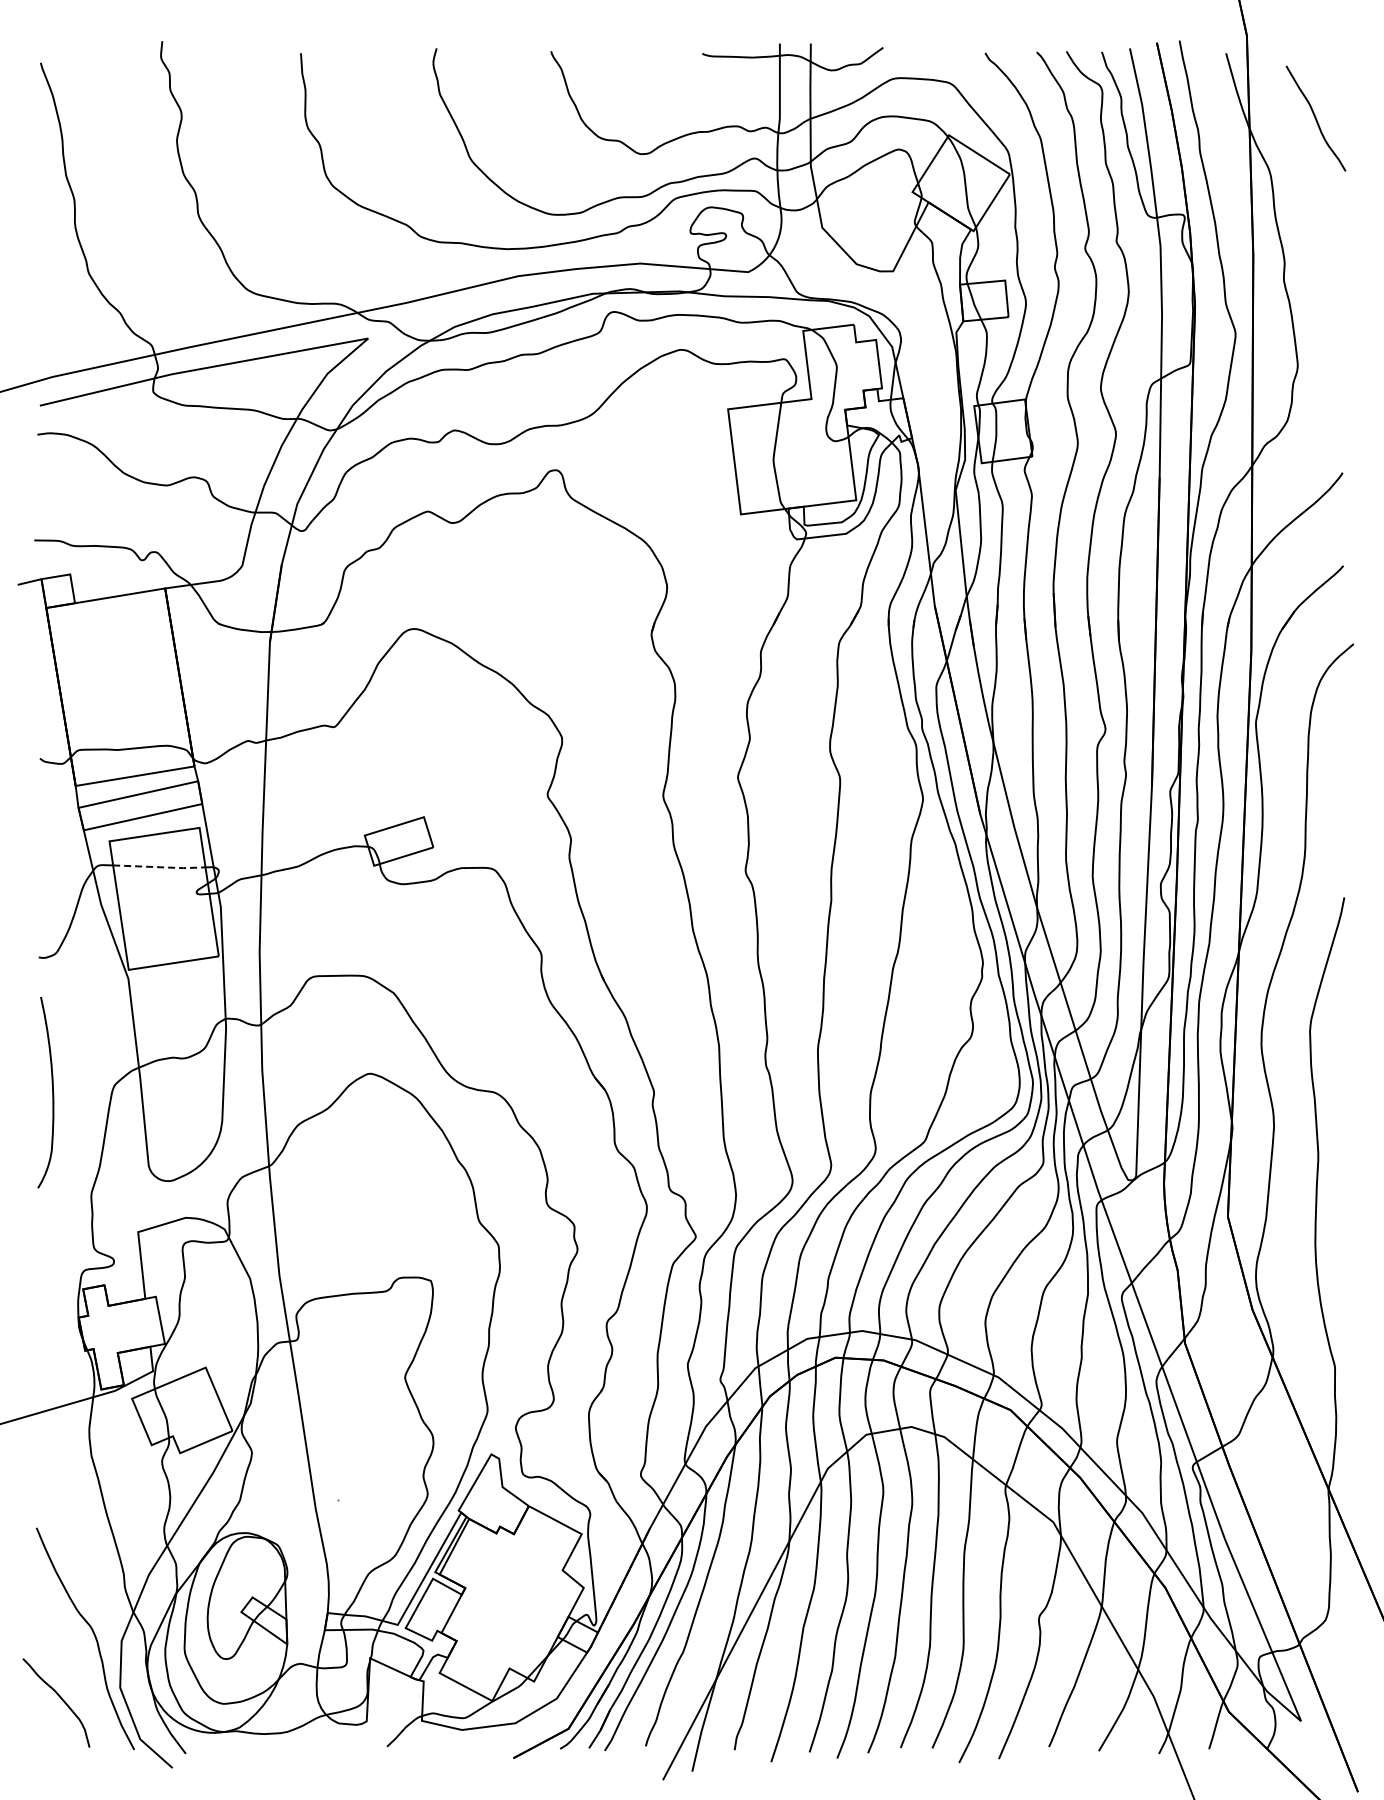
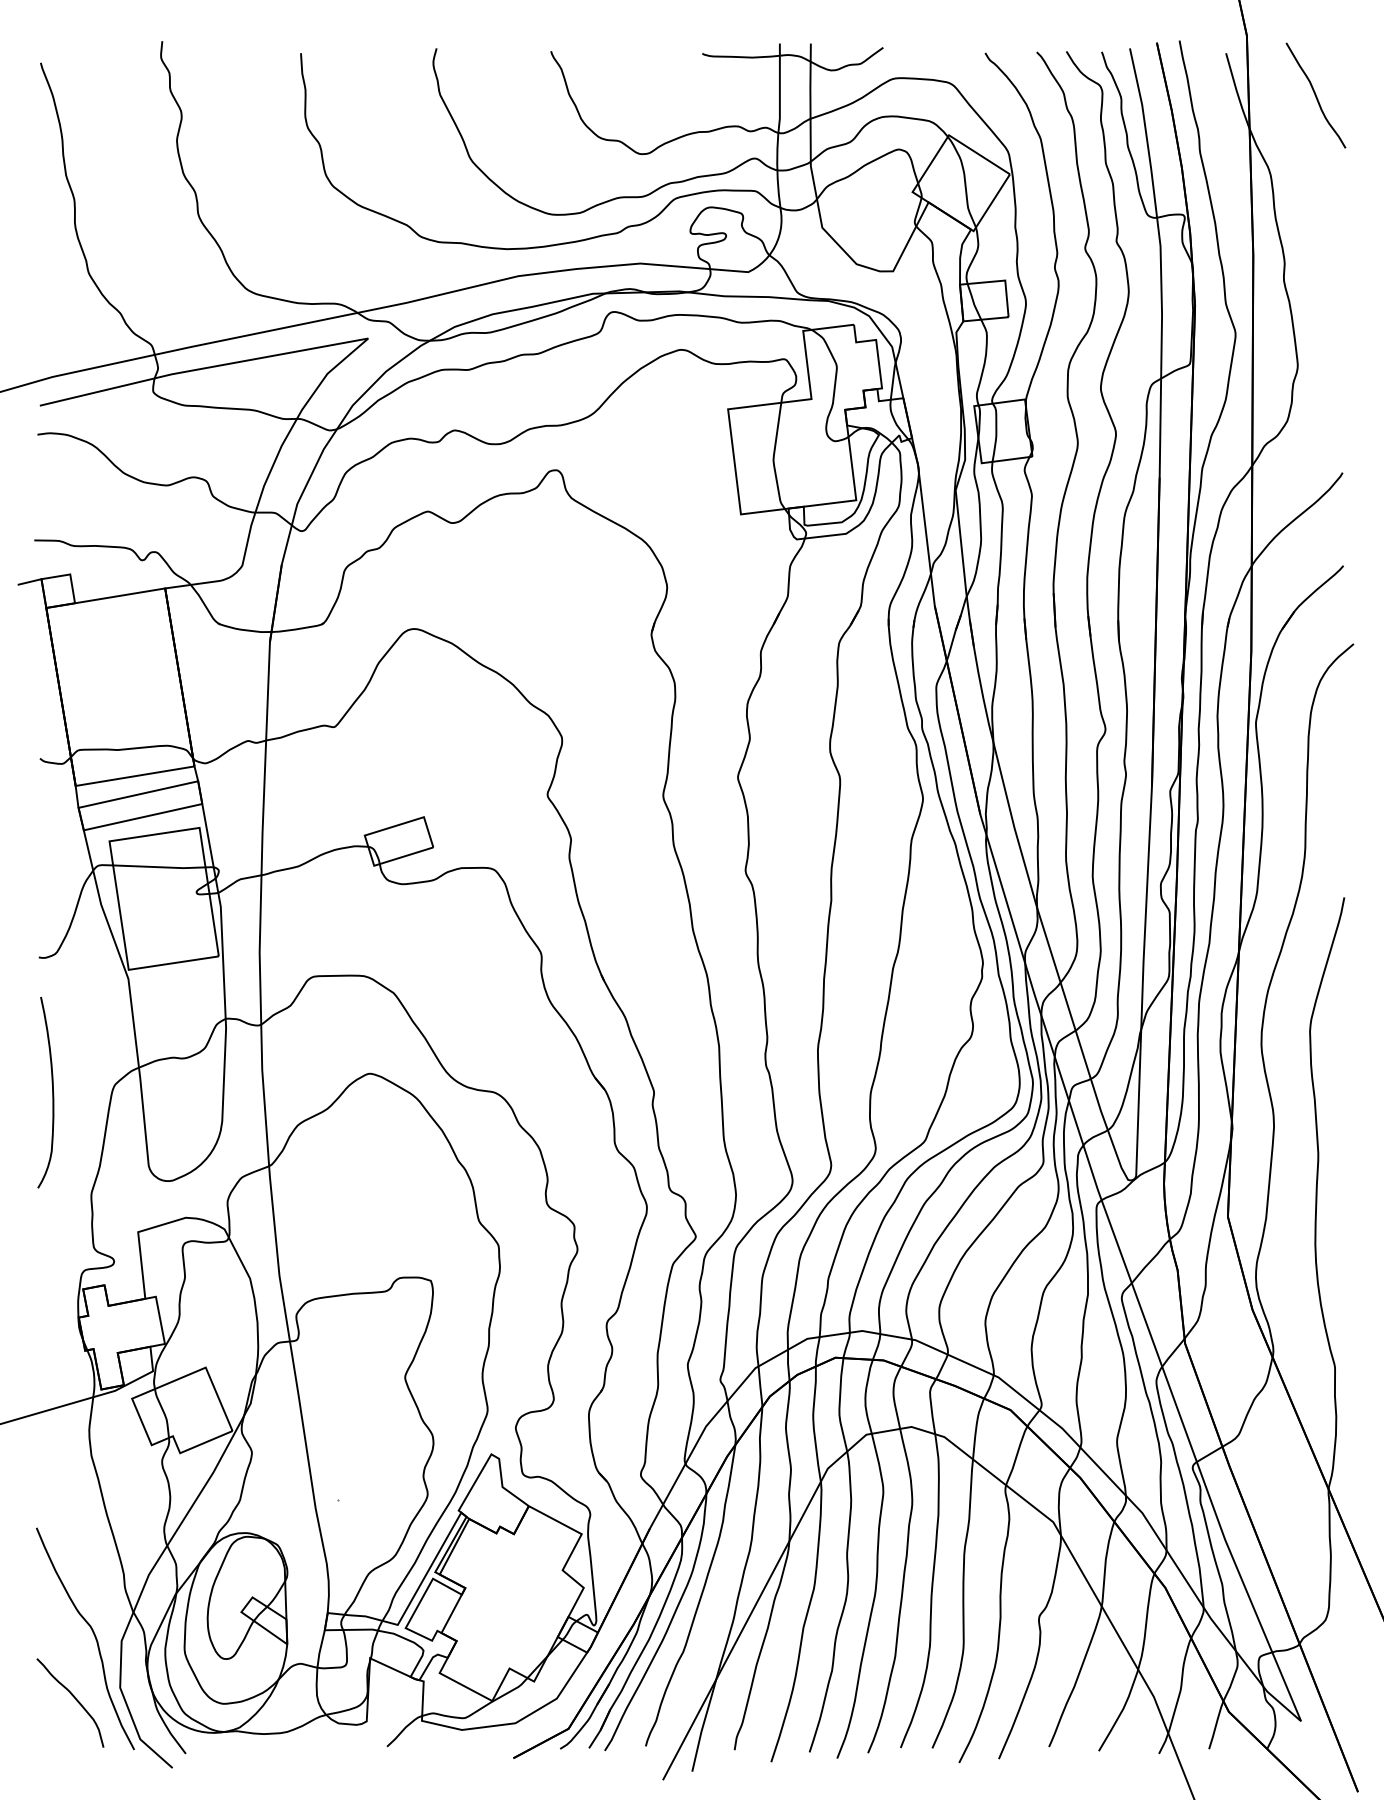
curve at (1315, 118) position: (1315, 118) -> (1315, 95)
line at (160, 867): dashed -> solid
curve at (60, 1698) position: (60, 1698) -> (74, 1698)
